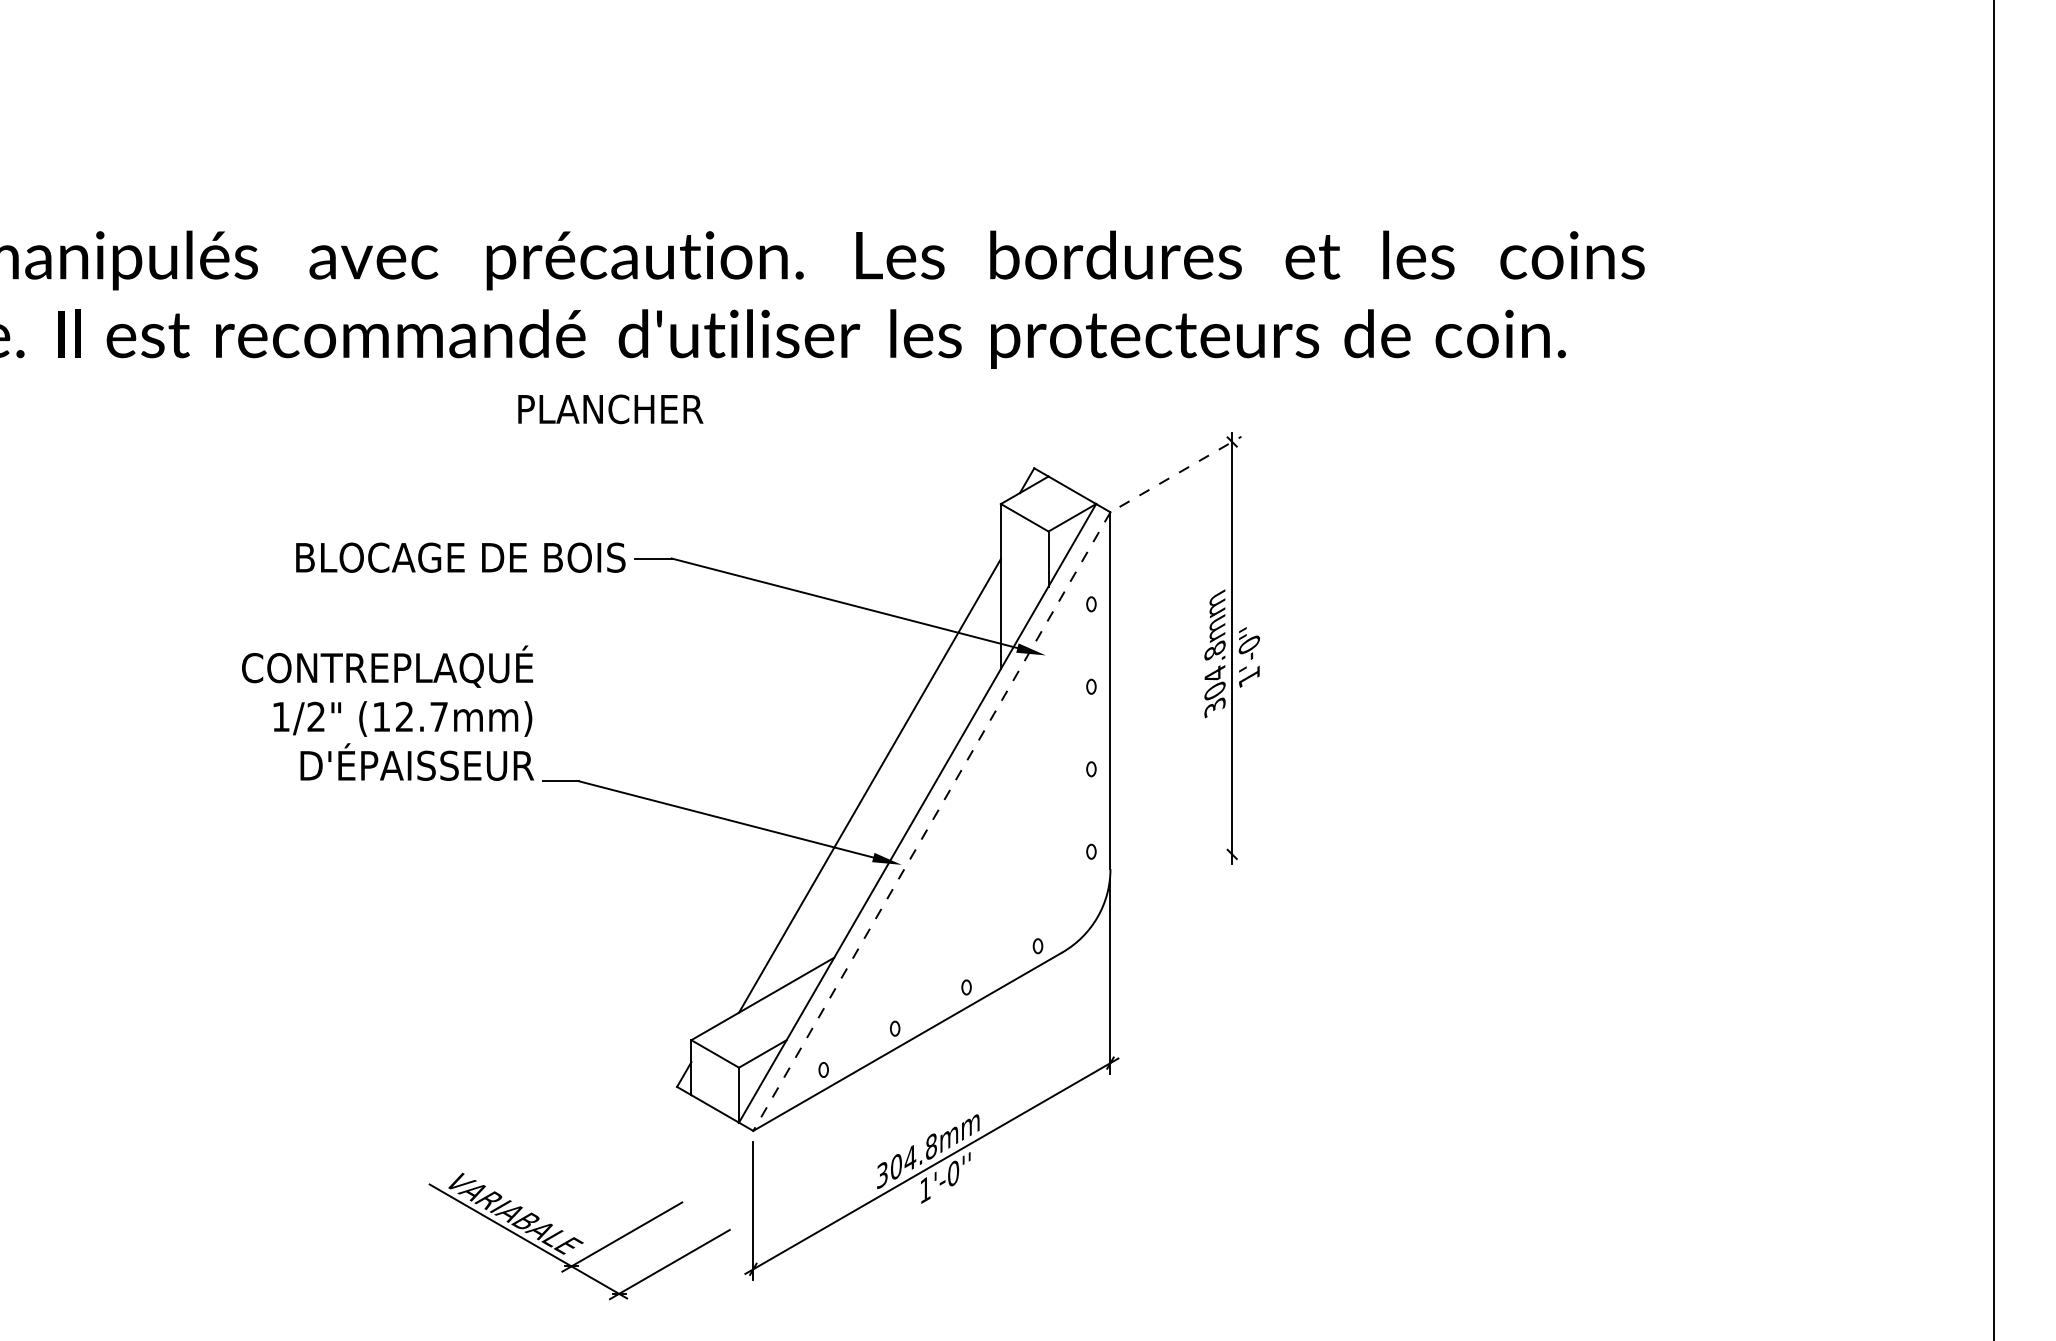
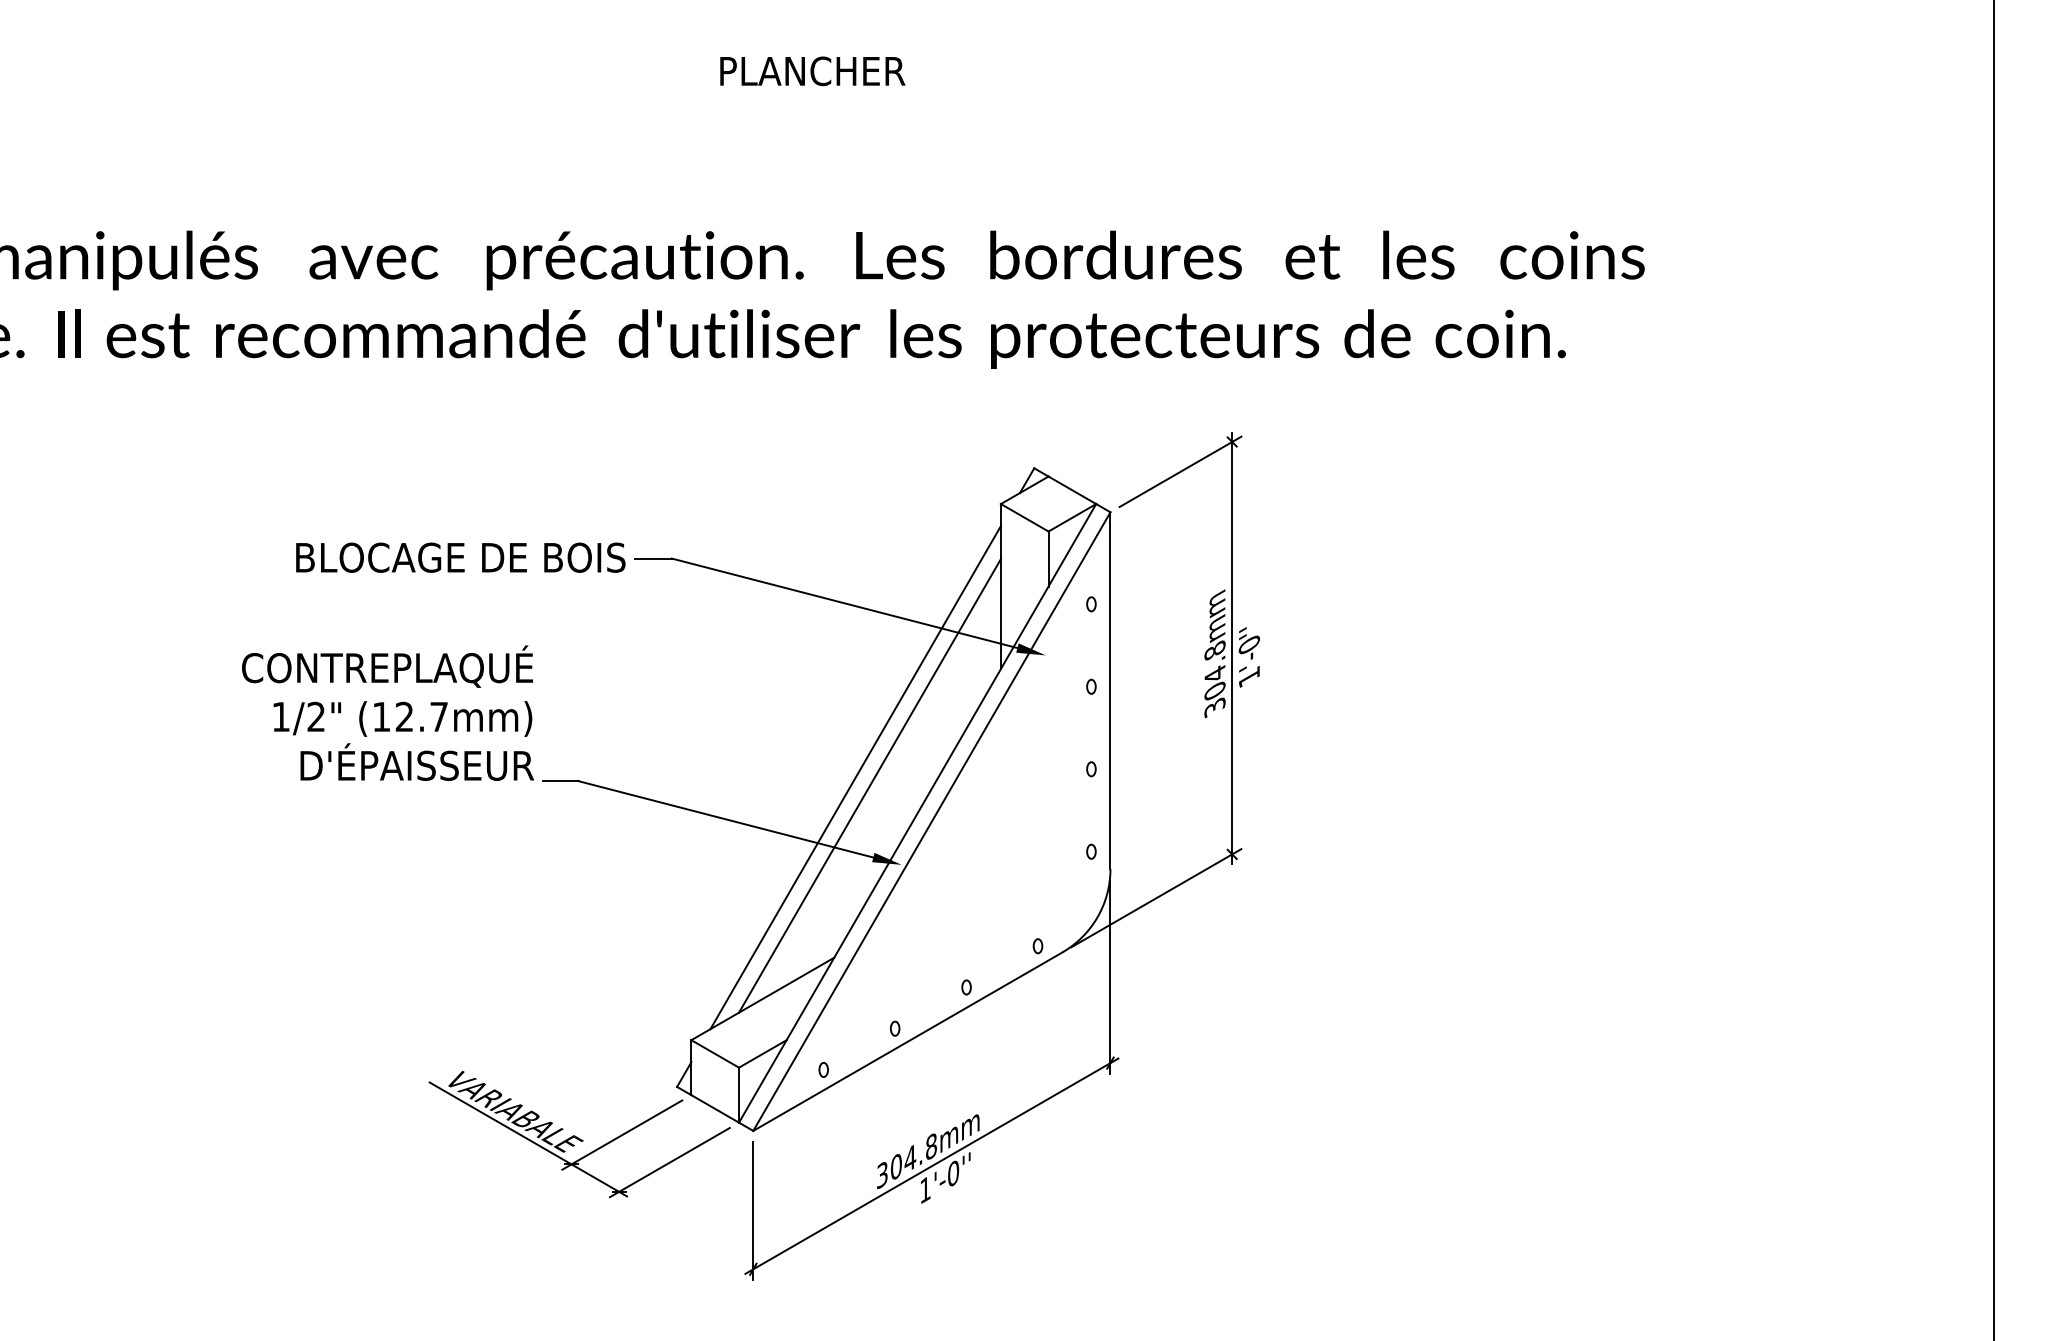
text at (610, 409) position: (610, 409) -> (812, 71)
line at (1180, 471): dashed -> solid
line at (855, 777): none -> present
line at (931, 822): dashed -> solid
line at (1156, 898): none -> present
part at (579, 1236) position: (579, 1236) -> (579, 1134)
